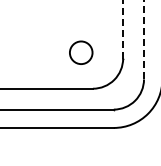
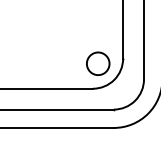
line at (123, 29): dashed -> solid
line at (144, 39): dashed -> solid
circle at (81, 52) position: (81, 52) -> (98, 63)
